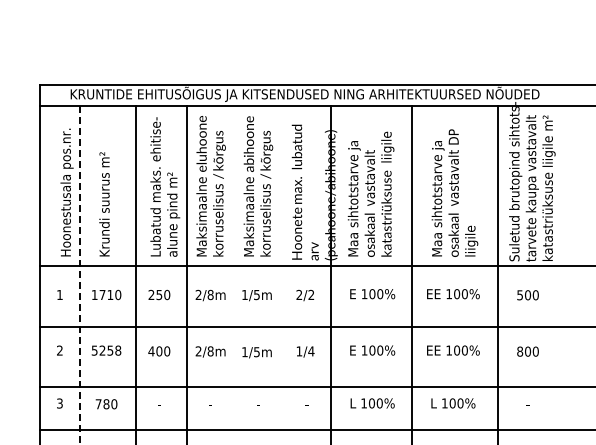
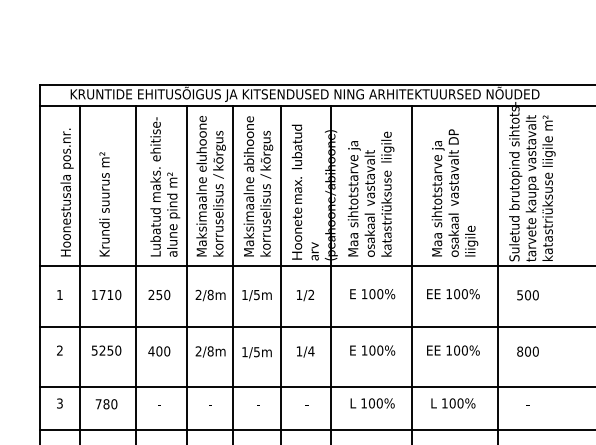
line at (233, 273): none -> present
line at (281, 273): none -> present
line at (79, 275): dashed -> solid
text at (299, 294): 2/2 -> 1/2
text at (118, 350): 5258 -> 5250
